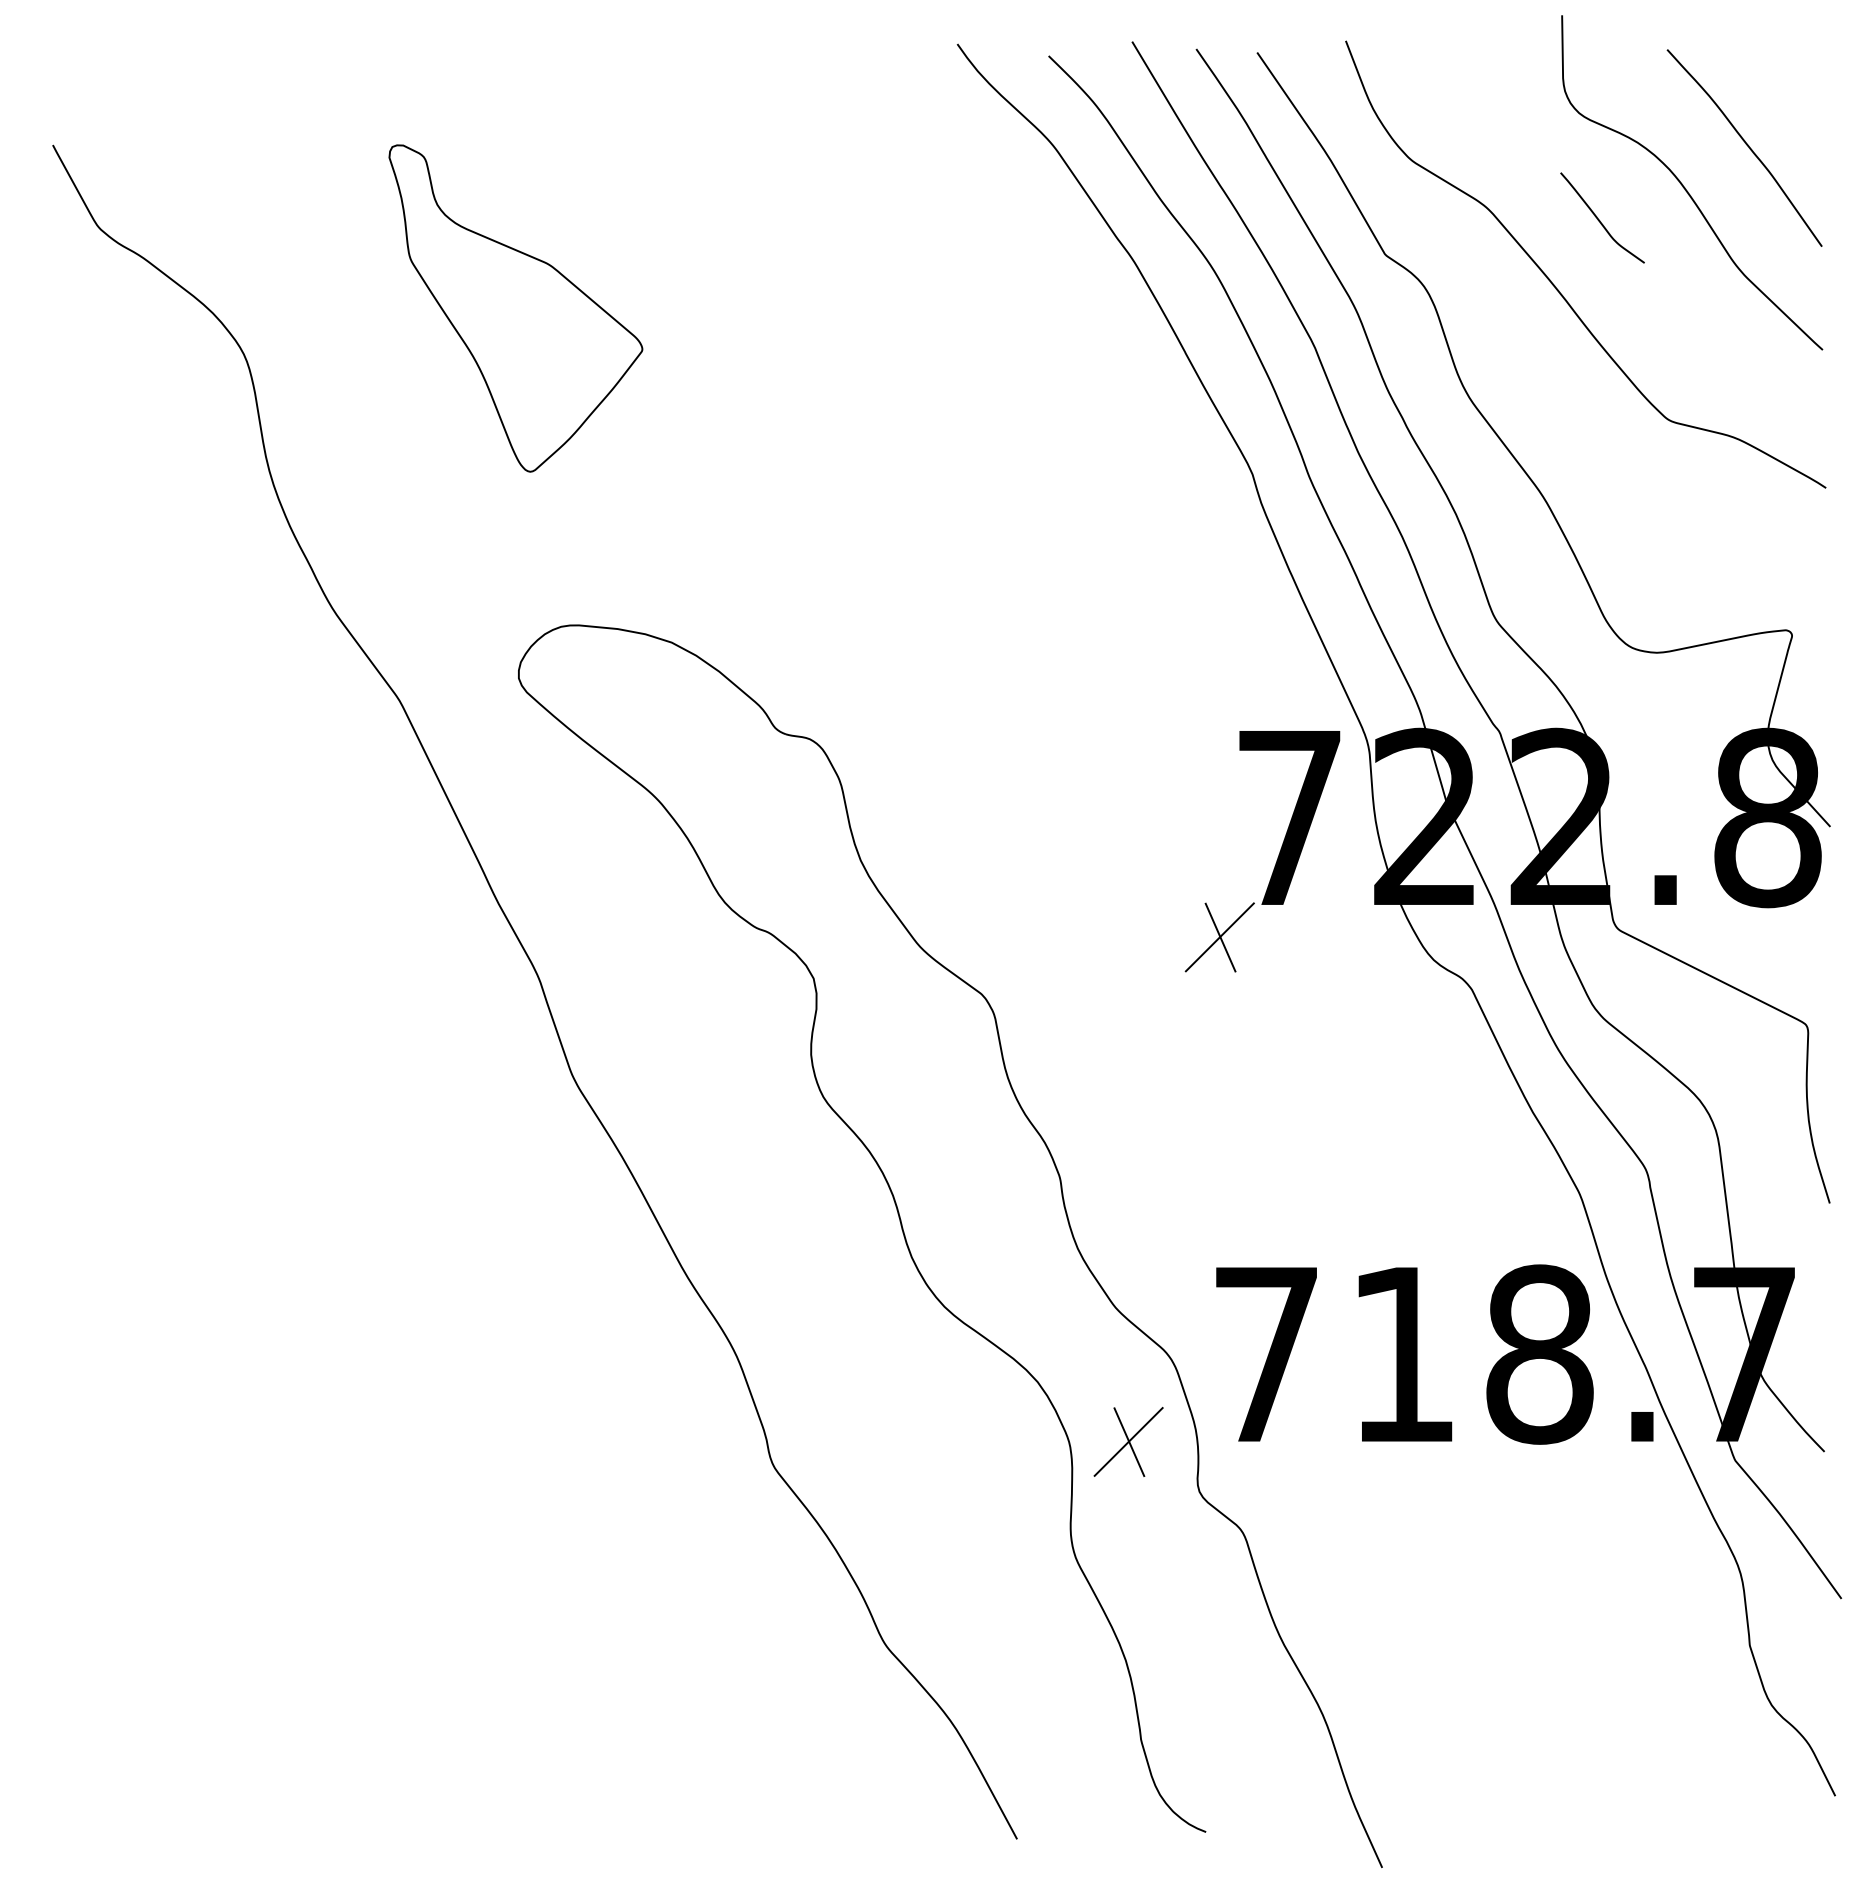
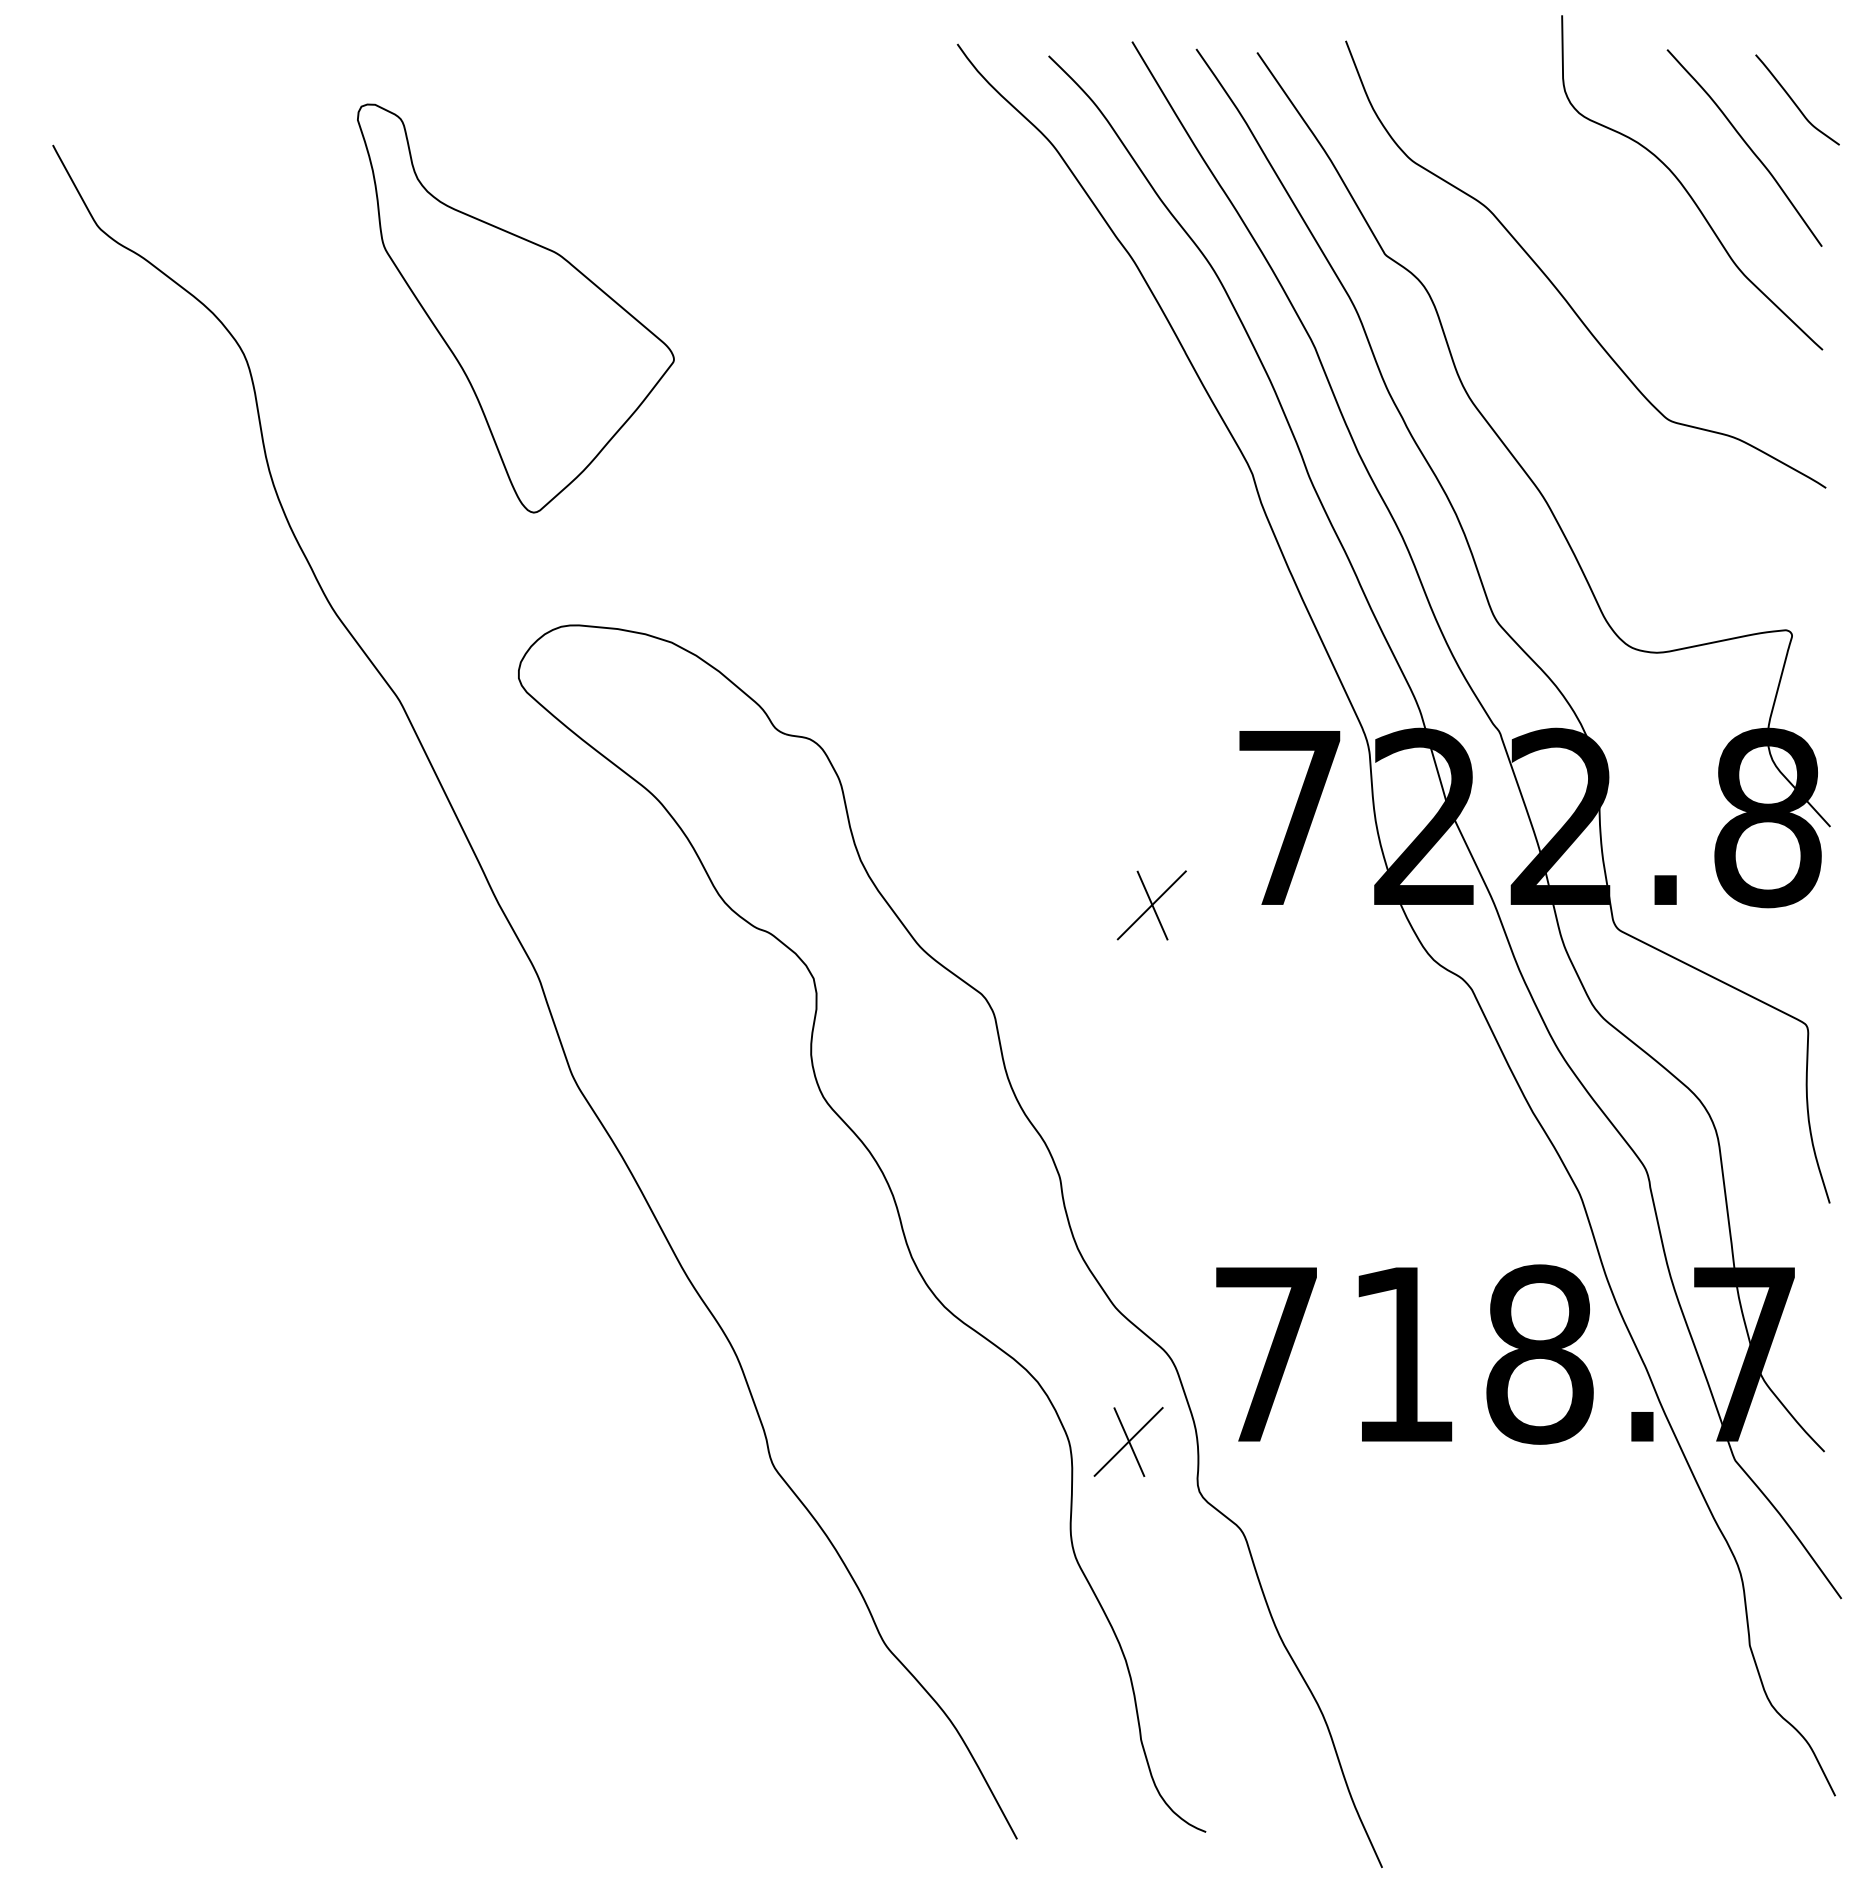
curve at (1599, 219) position: (1599, 219) -> (1794, 101)
part at (515, 308) size: 256x329 px -> 318x411 px
part at (1219, 937) position: (1219, 937) -> (1151, 905)
